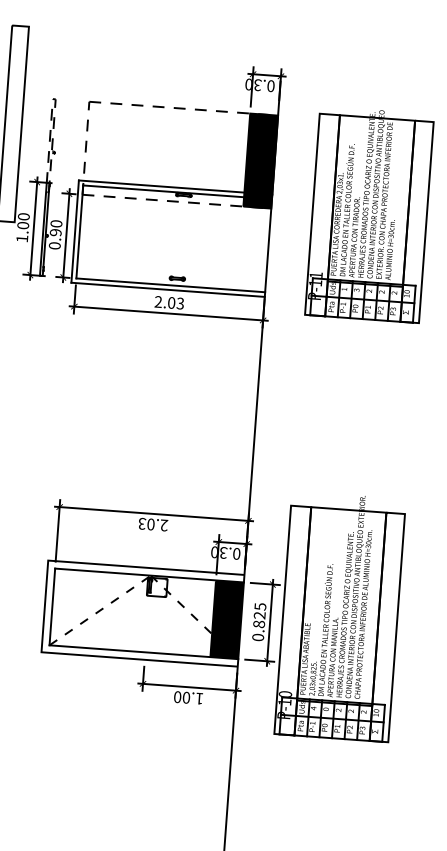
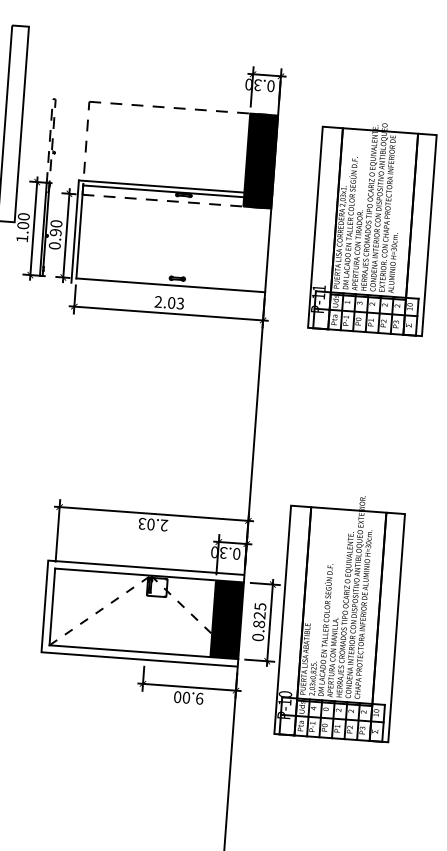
part at (369, 216) position: (369, 216) -> (372, 229)
line at (167, 289): present -> none
text at (199, 698): 1.00 -> 9.00
